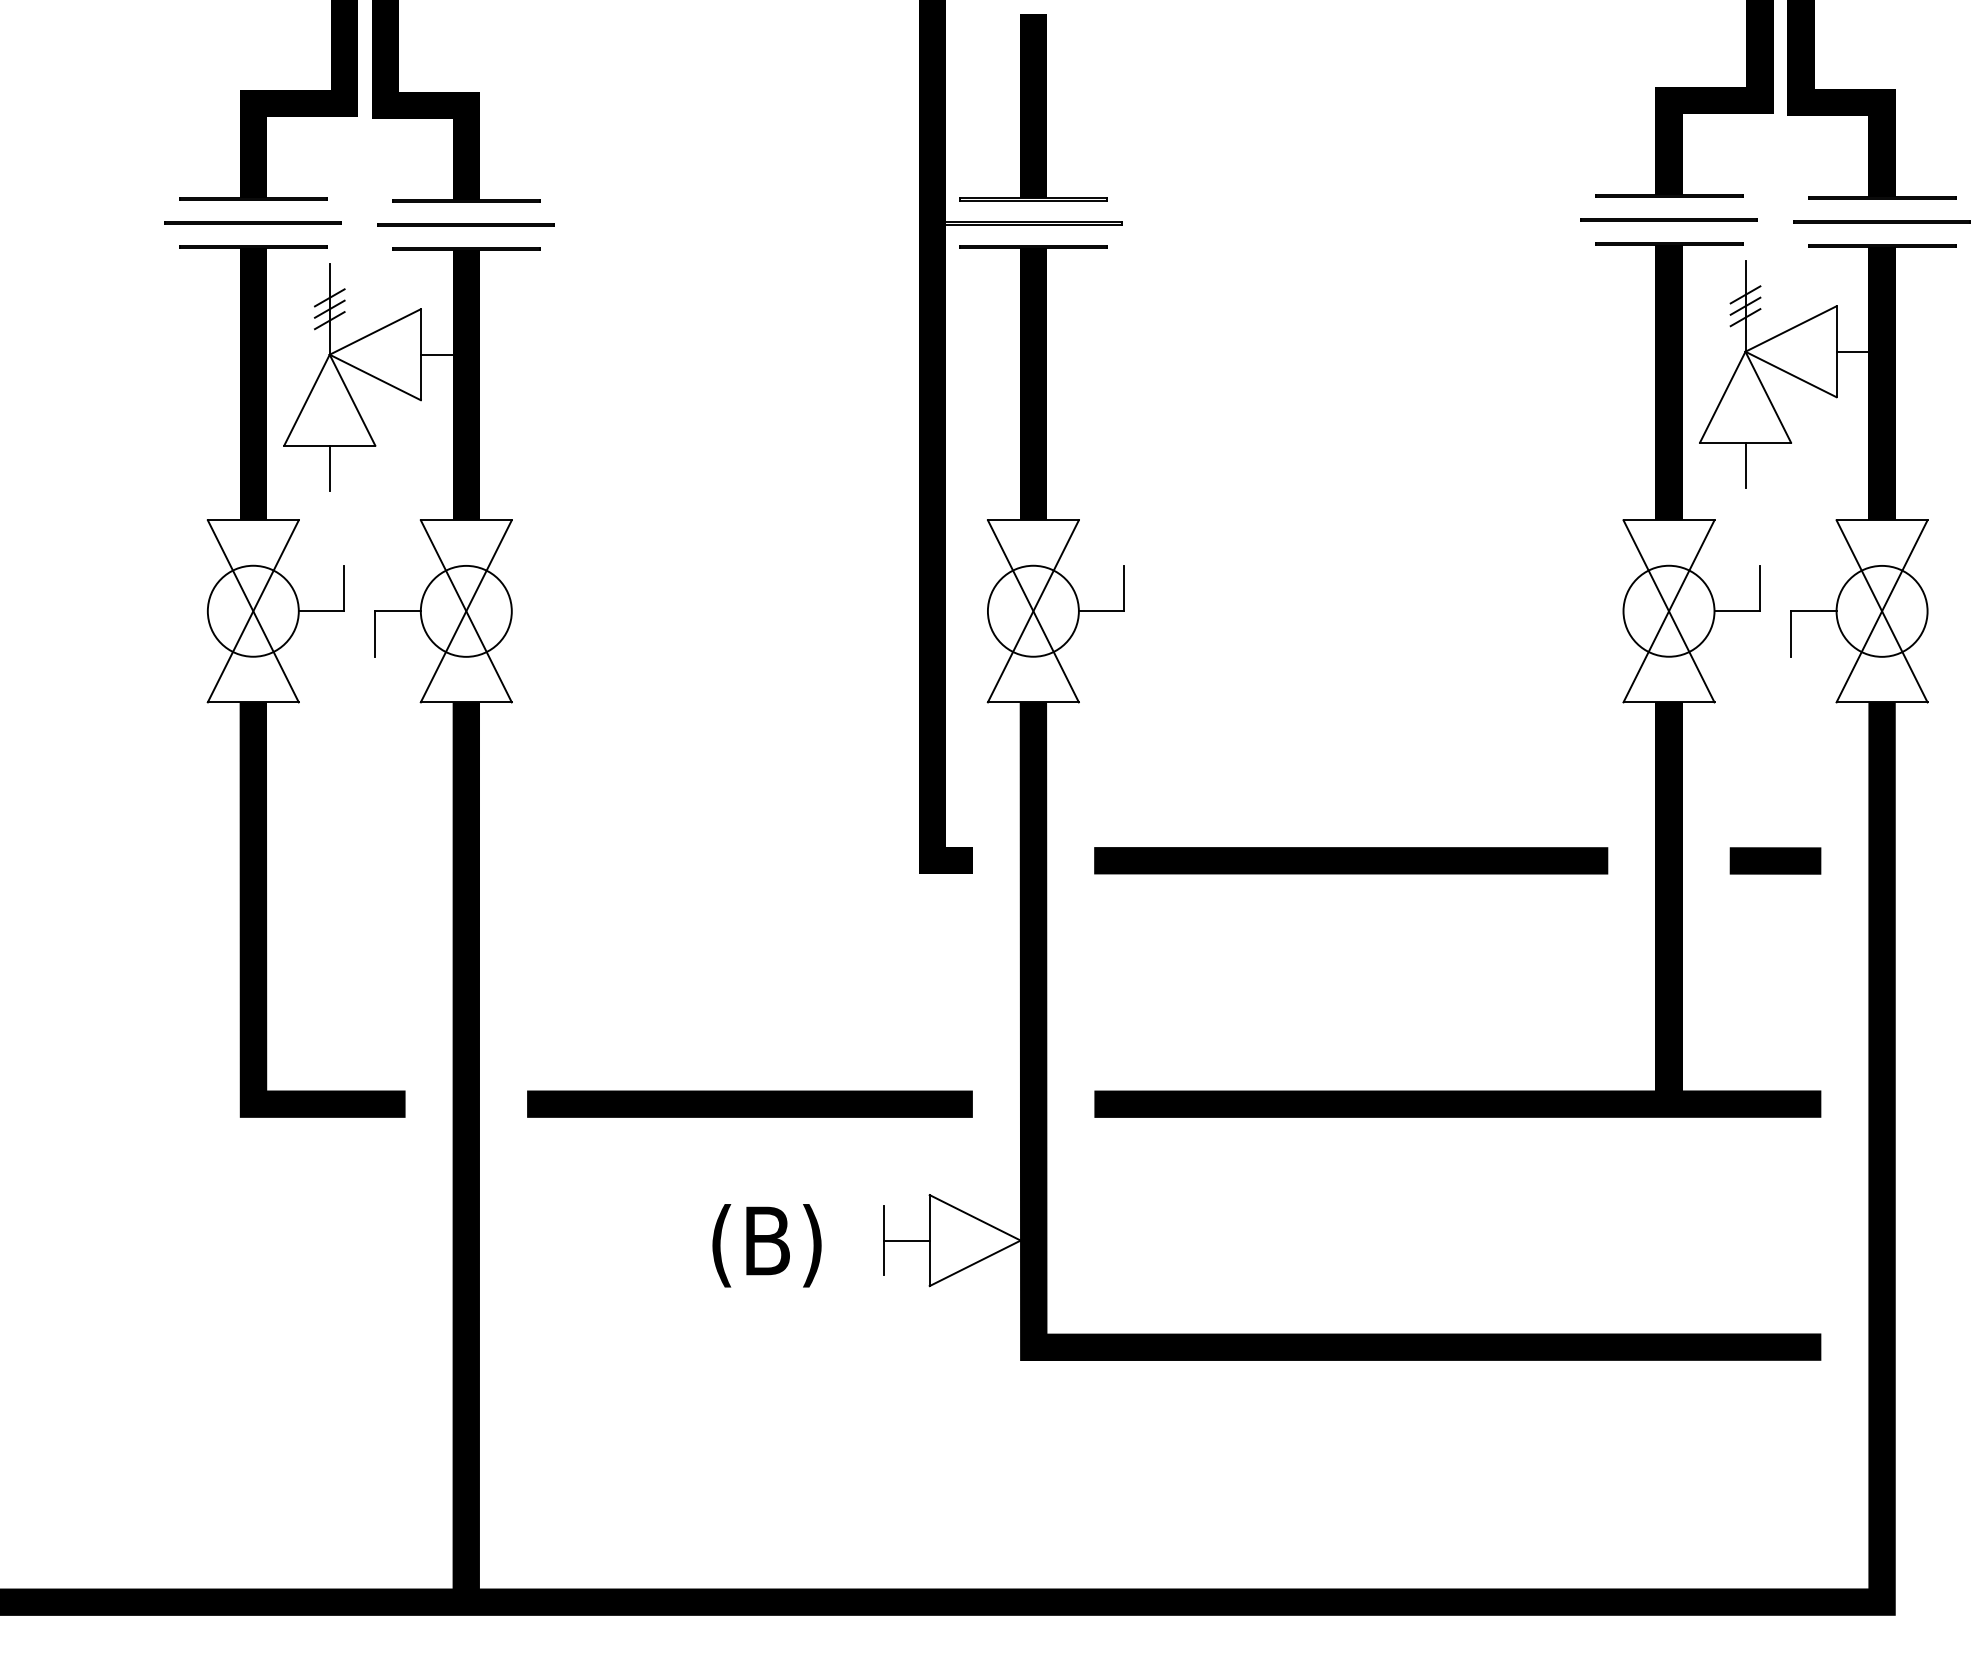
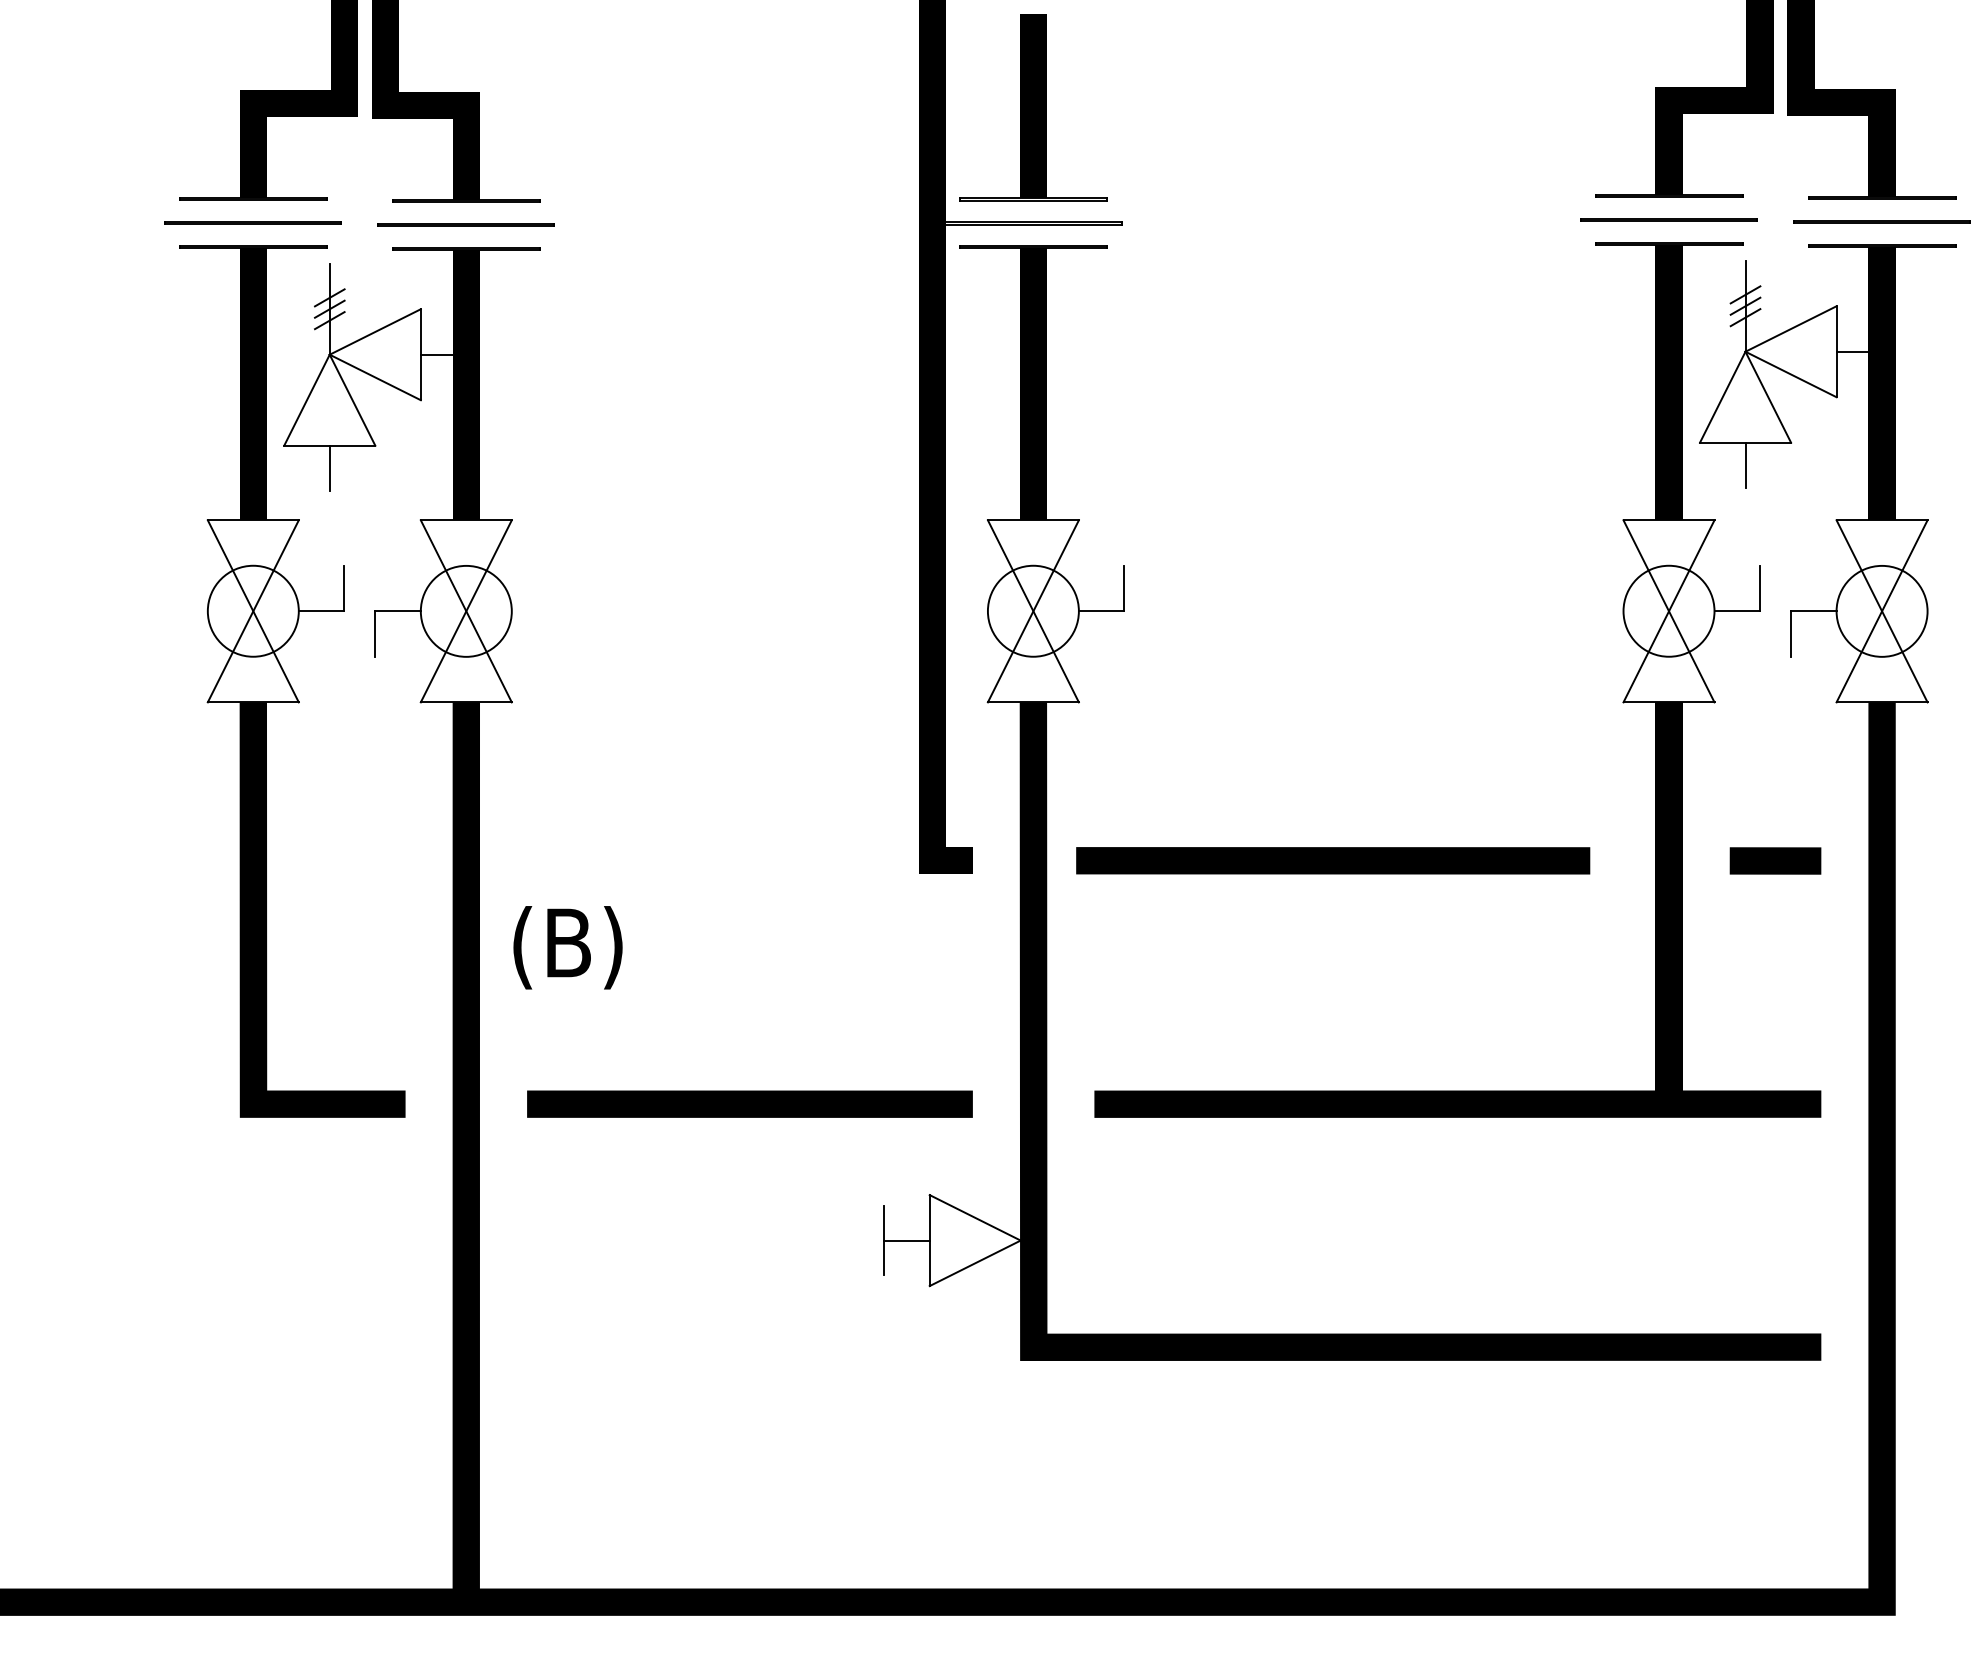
line at (1351, 860) position: (1351, 860) -> (1333, 860)
text at (766, 1245) position: (766, 1245) -> (567, 947)
